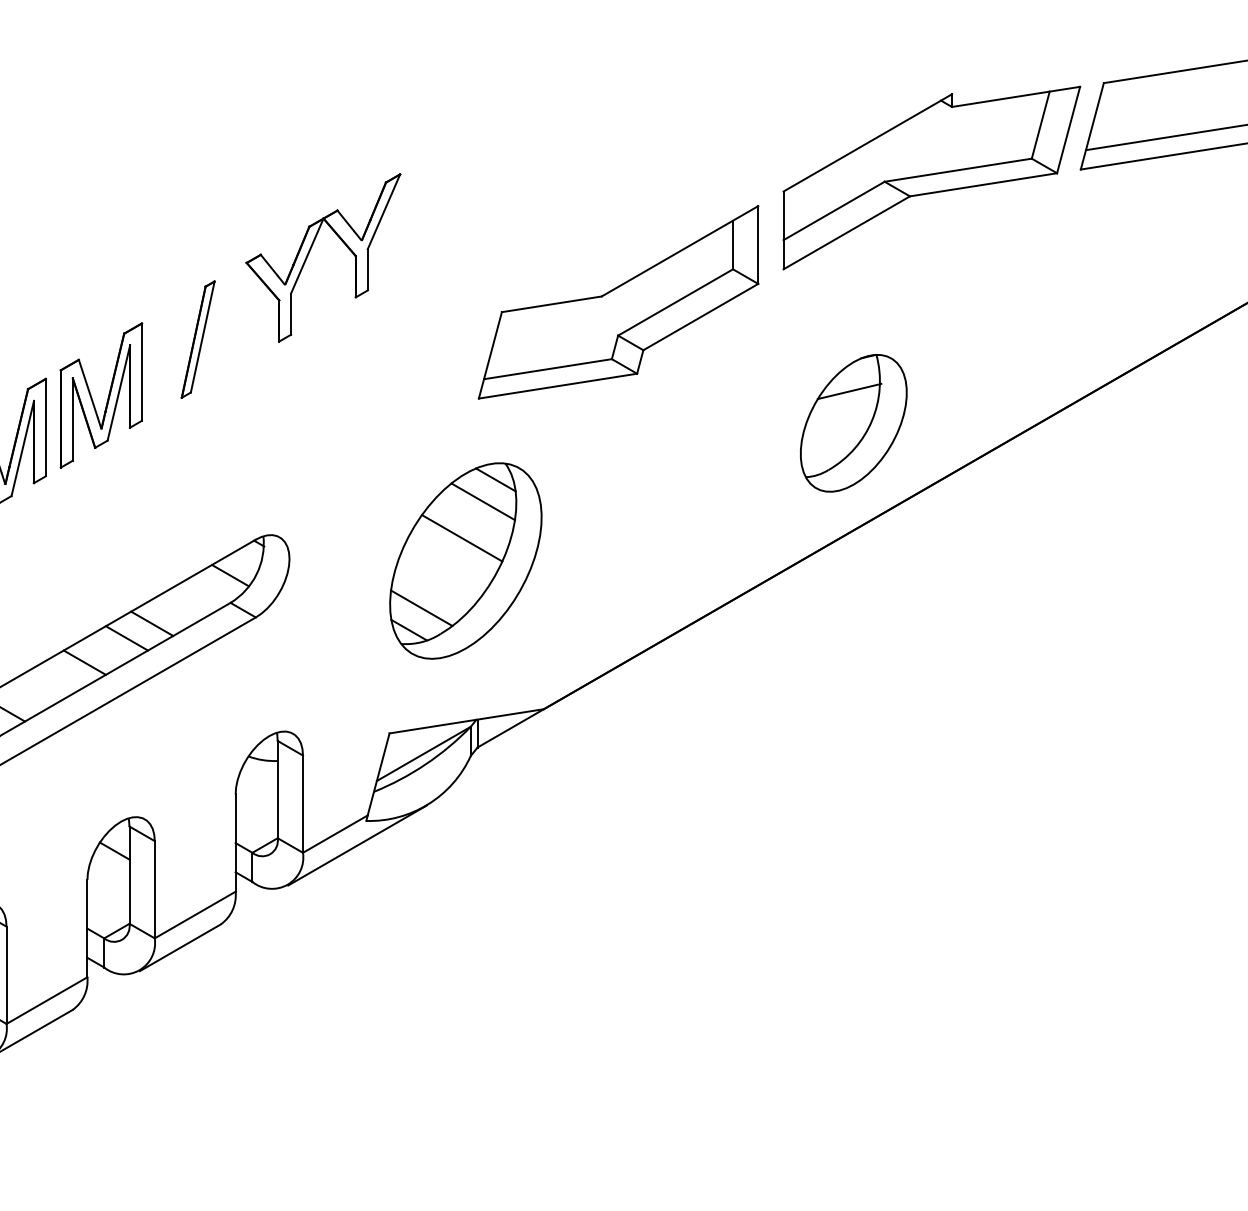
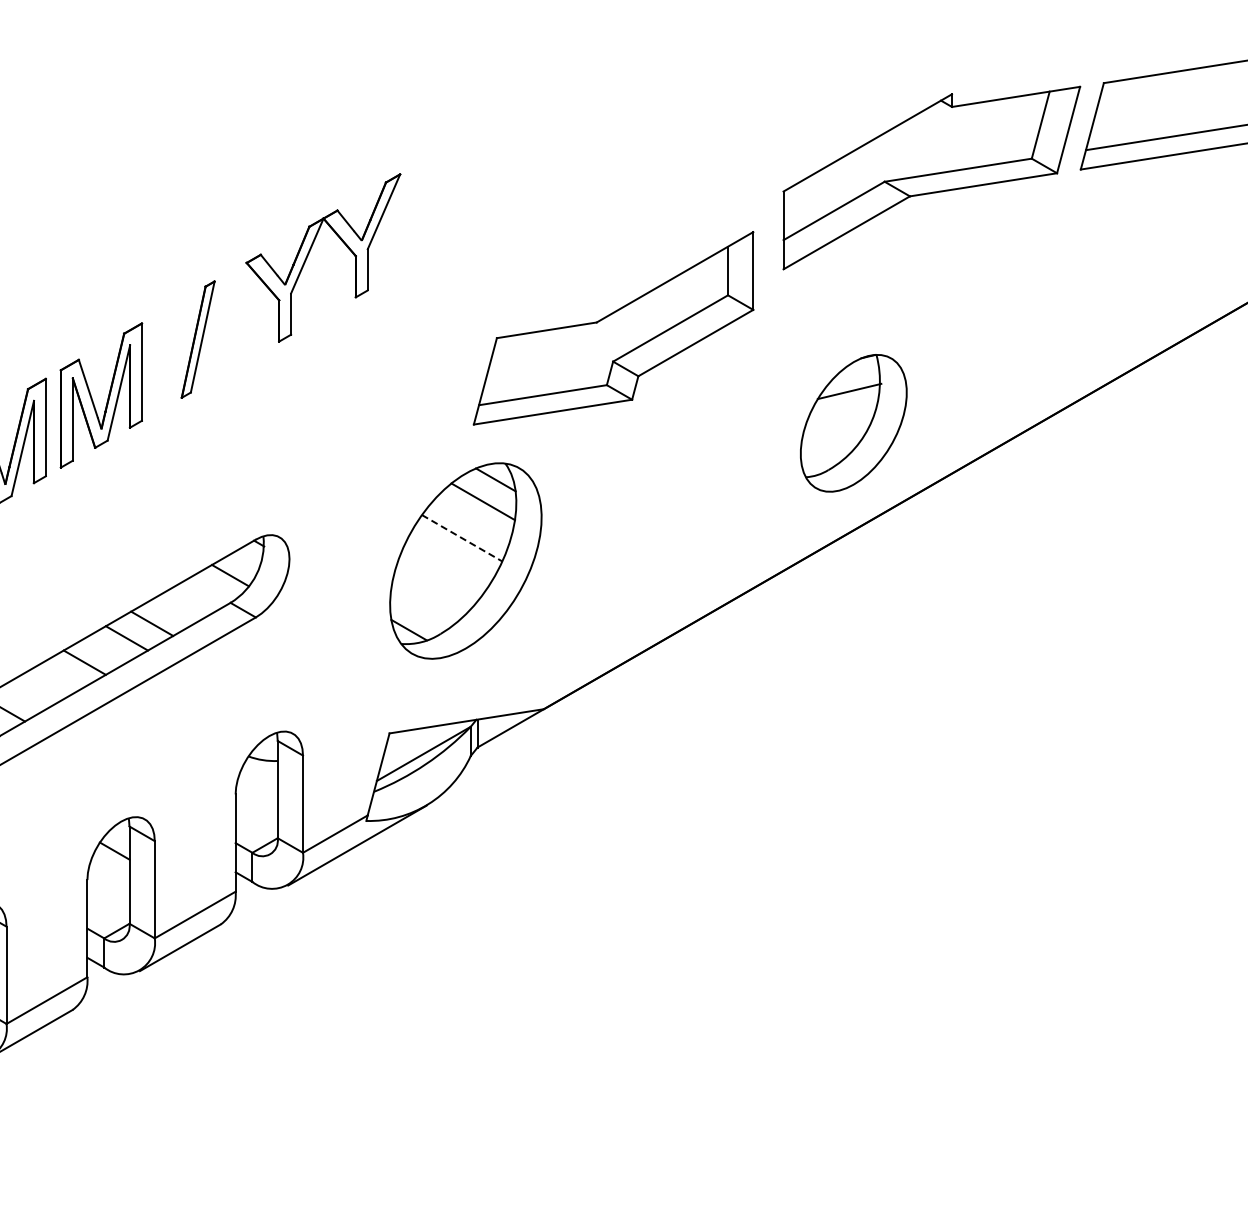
part at (618, 302) position: (618, 302) -> (613, 328)
line at (462, 538): solid -> dashed
line at (421, 608): present -> none
